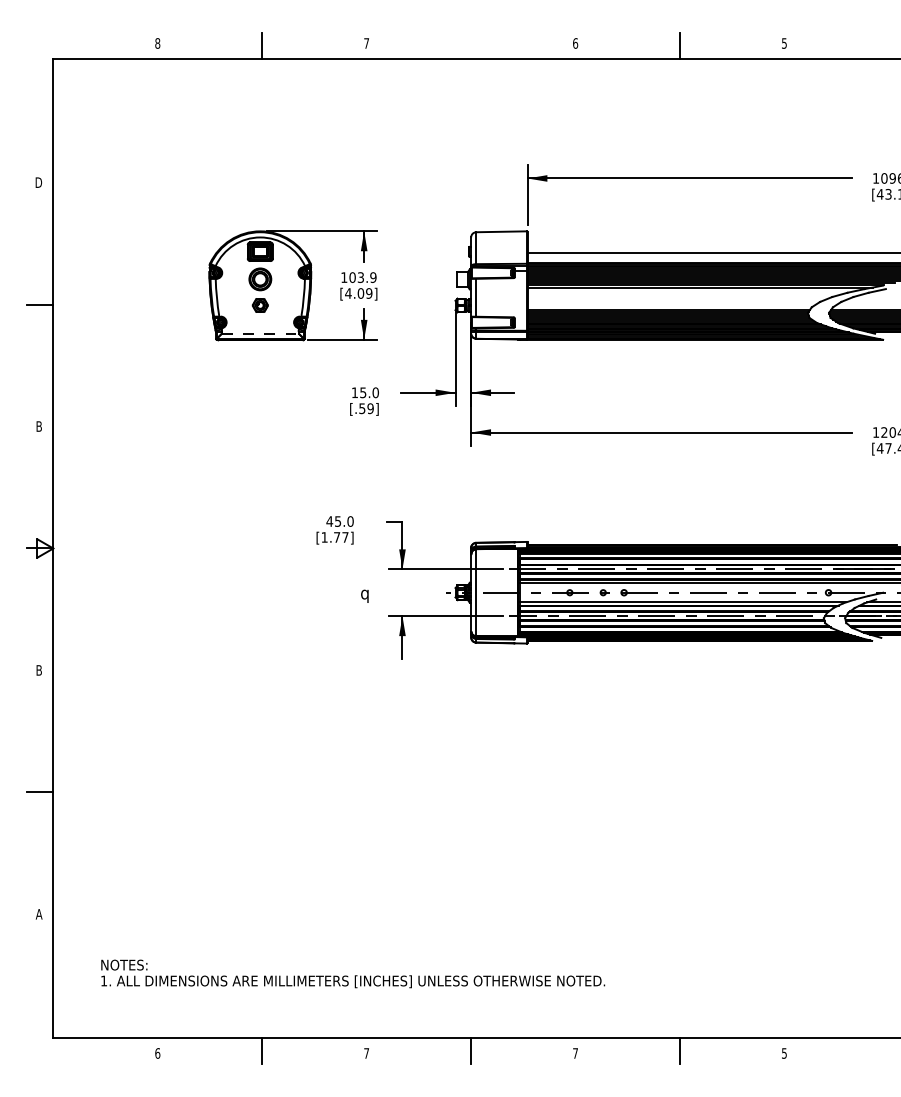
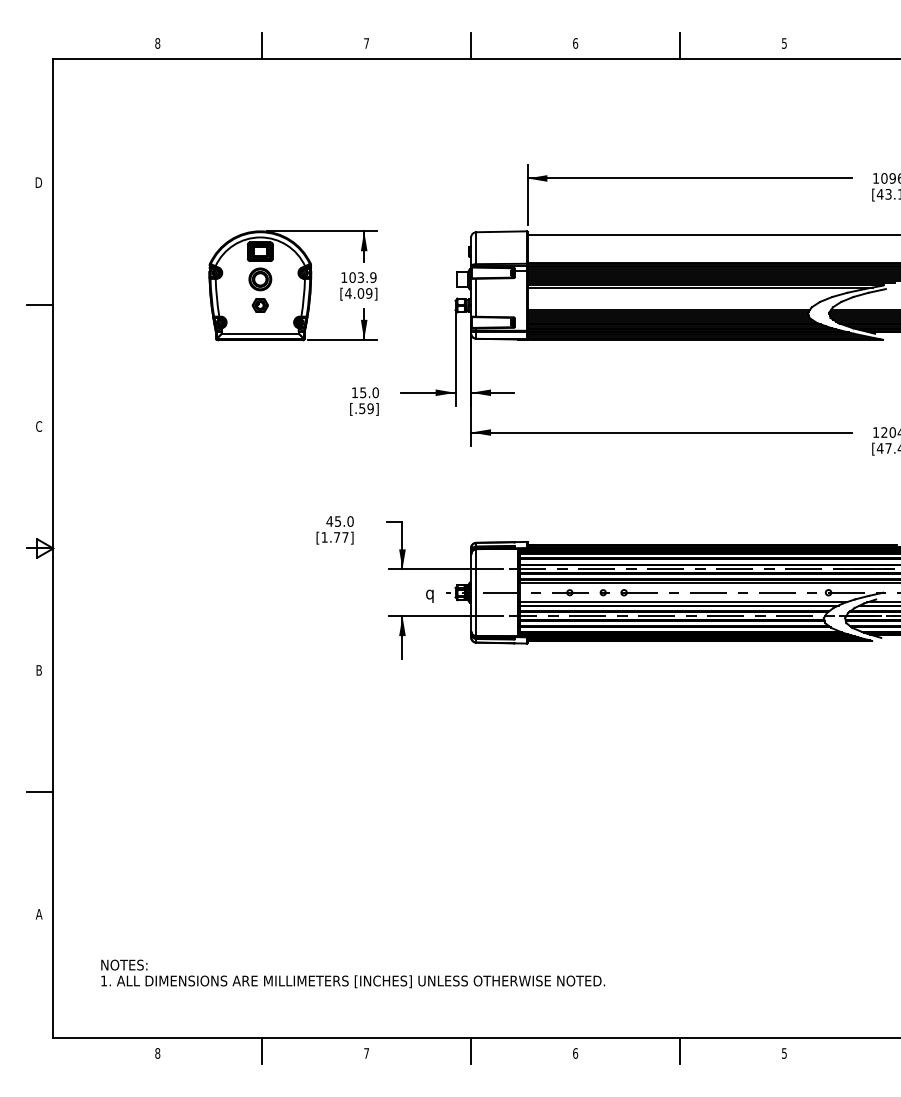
line at (471, 45): none -> present
line at (712, 253) position: (712, 253) -> (712, 235)
line at (260, 333): dashed -> solid
text at (39, 426): B -> C
text at (364, 595) position: (364, 595) -> (429, 595)
text at (157, 1053): 6 -> 8
text at (575, 1053): 7 -> 6
